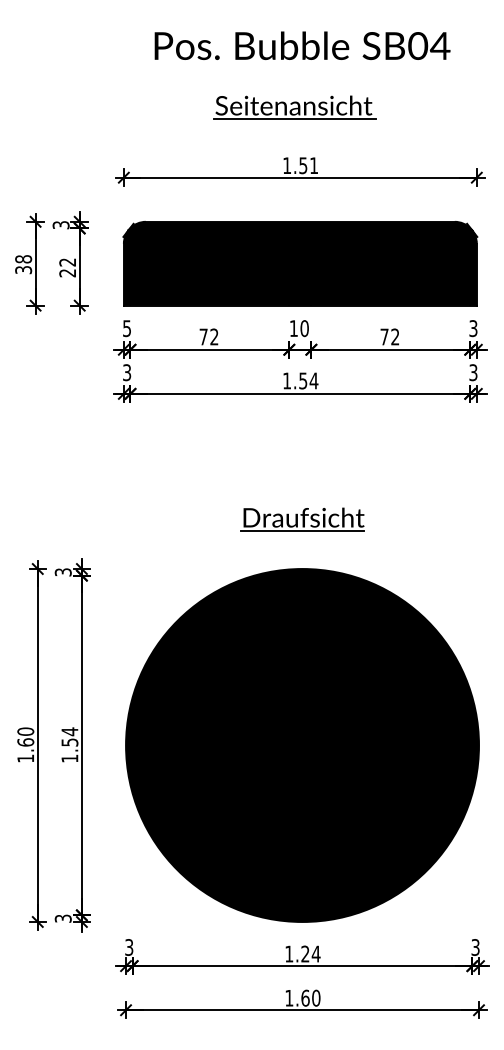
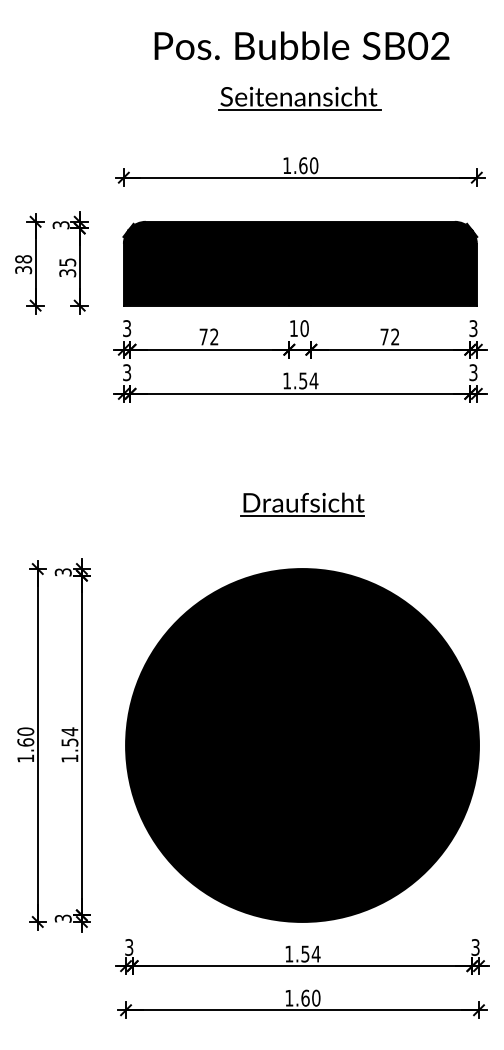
text at (439, 45): SB04 -> SB02
part at (294, 107) position: (294, 107) -> (299, 98)
text at (308, 165): 1.51 -> 1.60
text at (67, 267): 22 -> 35
text at (127, 328): 5 -> 3
part at (302, 519) position: (302, 519) -> (302, 504)
text at (305, 953): 1.24 -> 1.54
